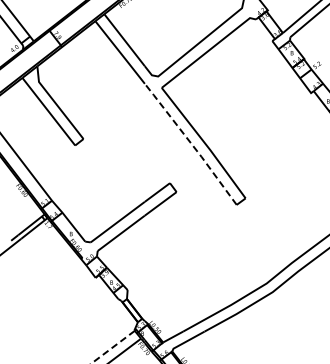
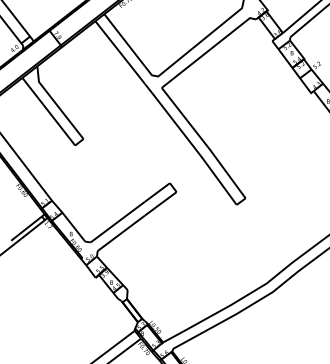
line at (191, 143): dashed -> solid
line at (112, 347): dashed -> solid
